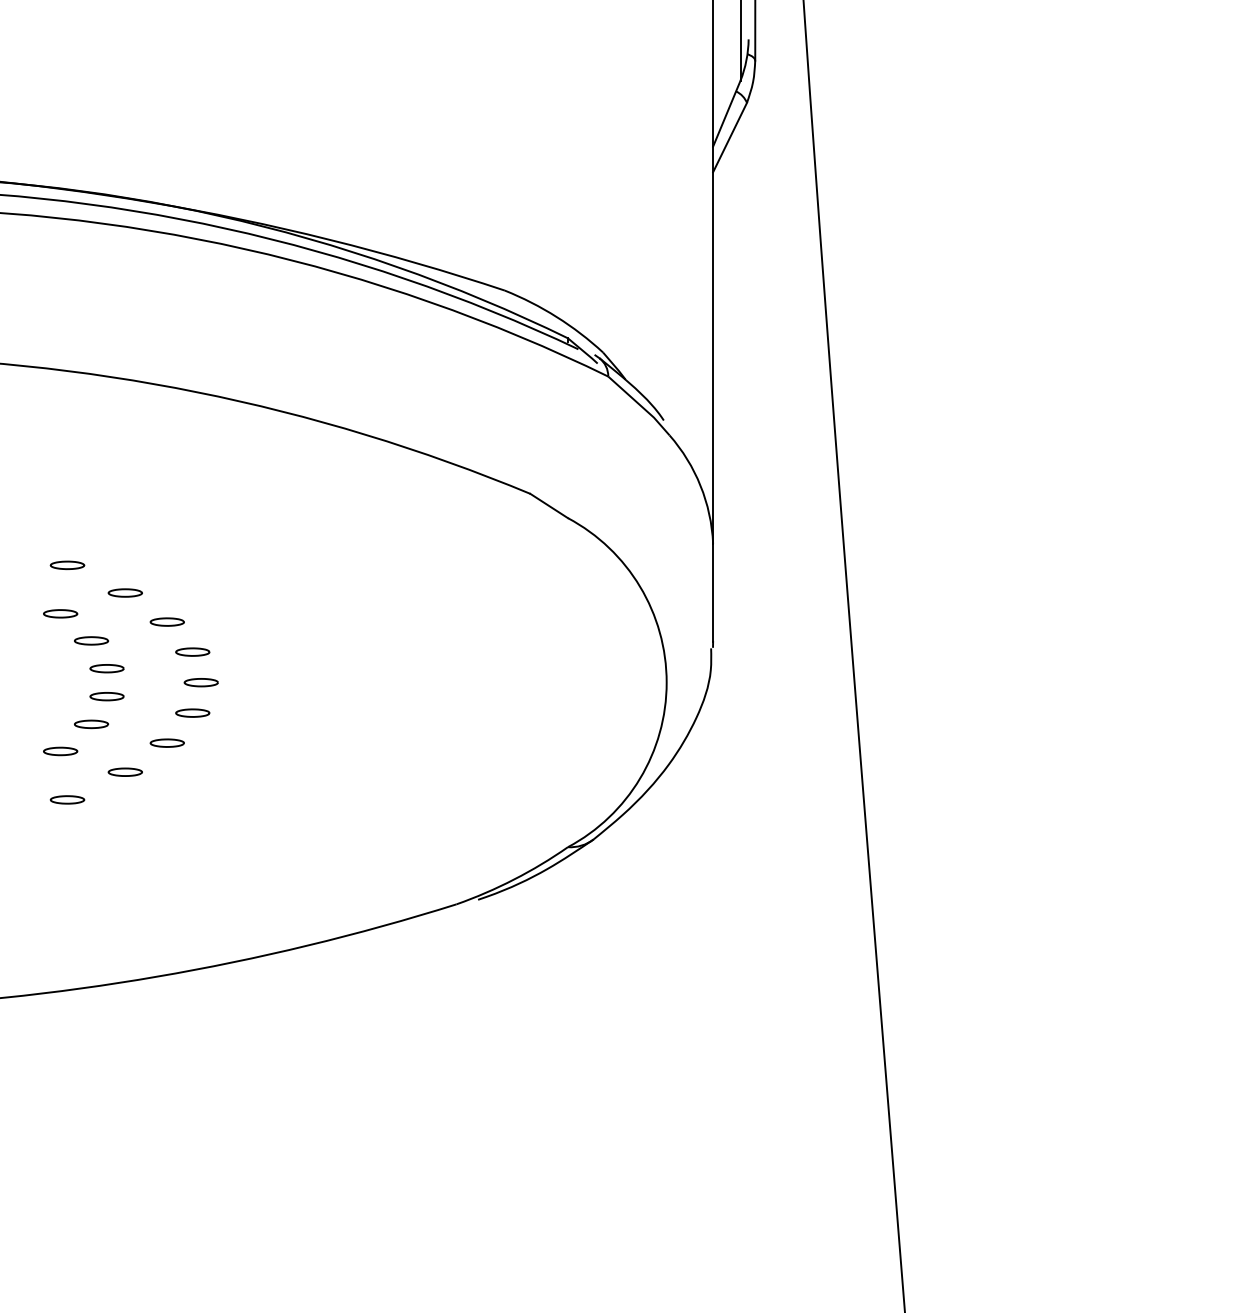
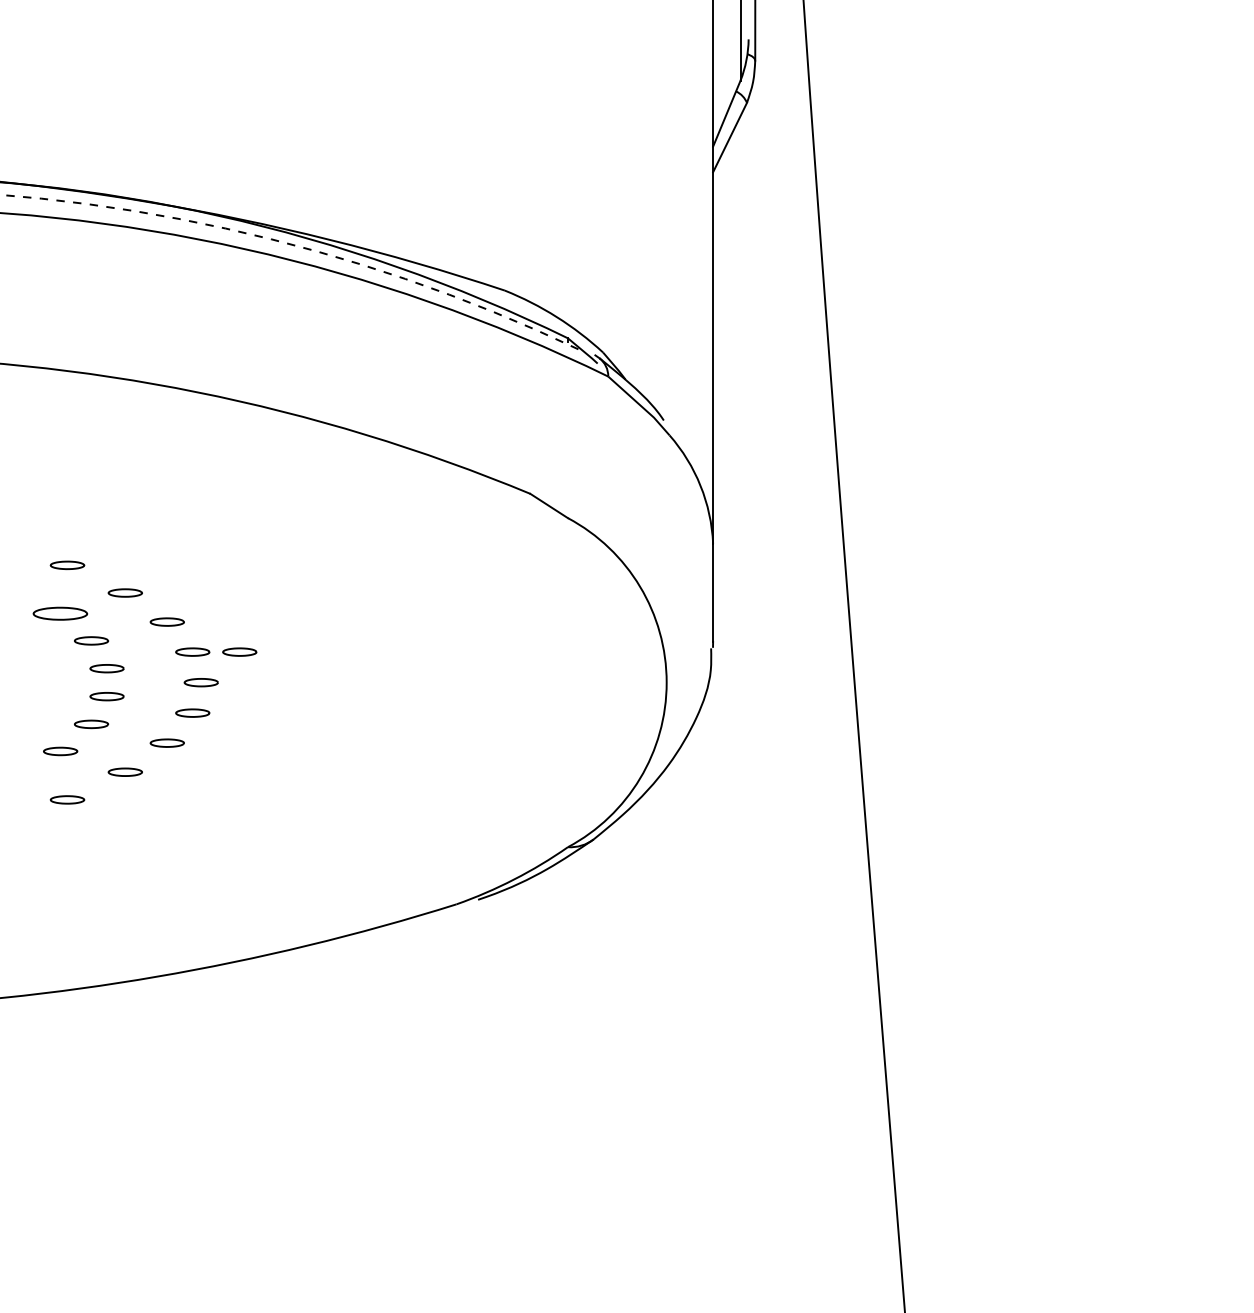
arc at (295, 245): solid -> dashed
part at (60, 613) size: 36x10 px -> 57x15 px
part at (239, 651): none -> present
